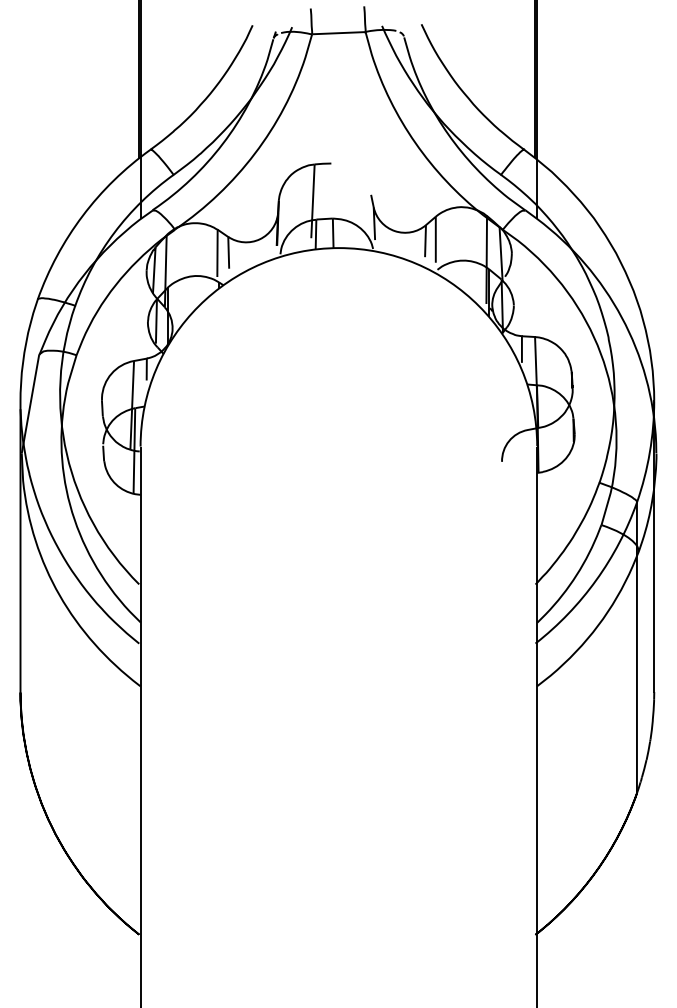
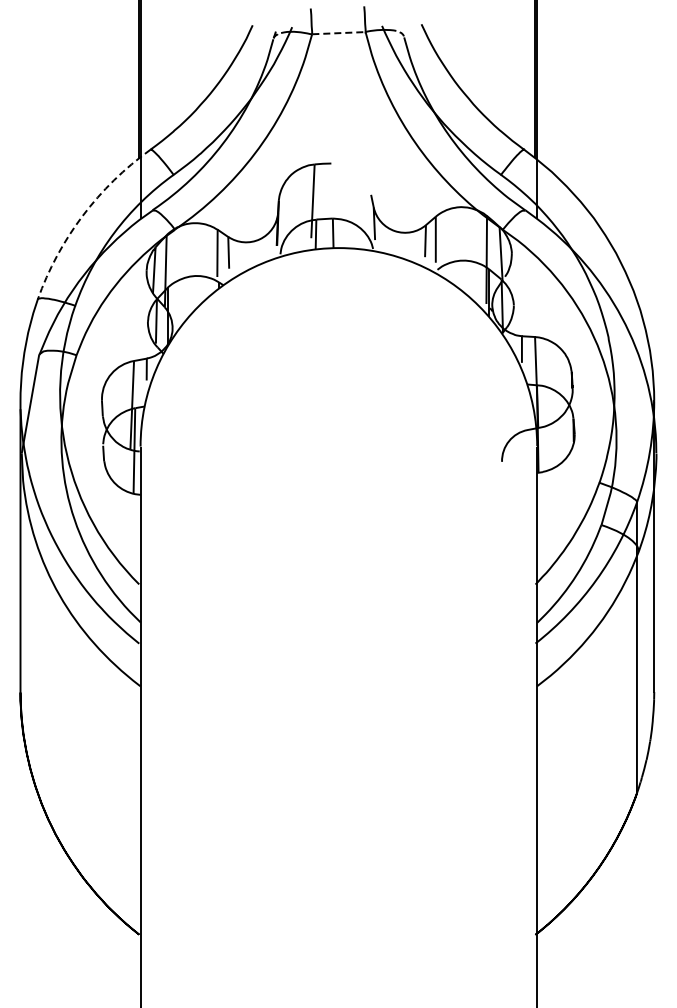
line at (338, 33): solid -> dashed
arc at (82, 216): solid -> dashed
